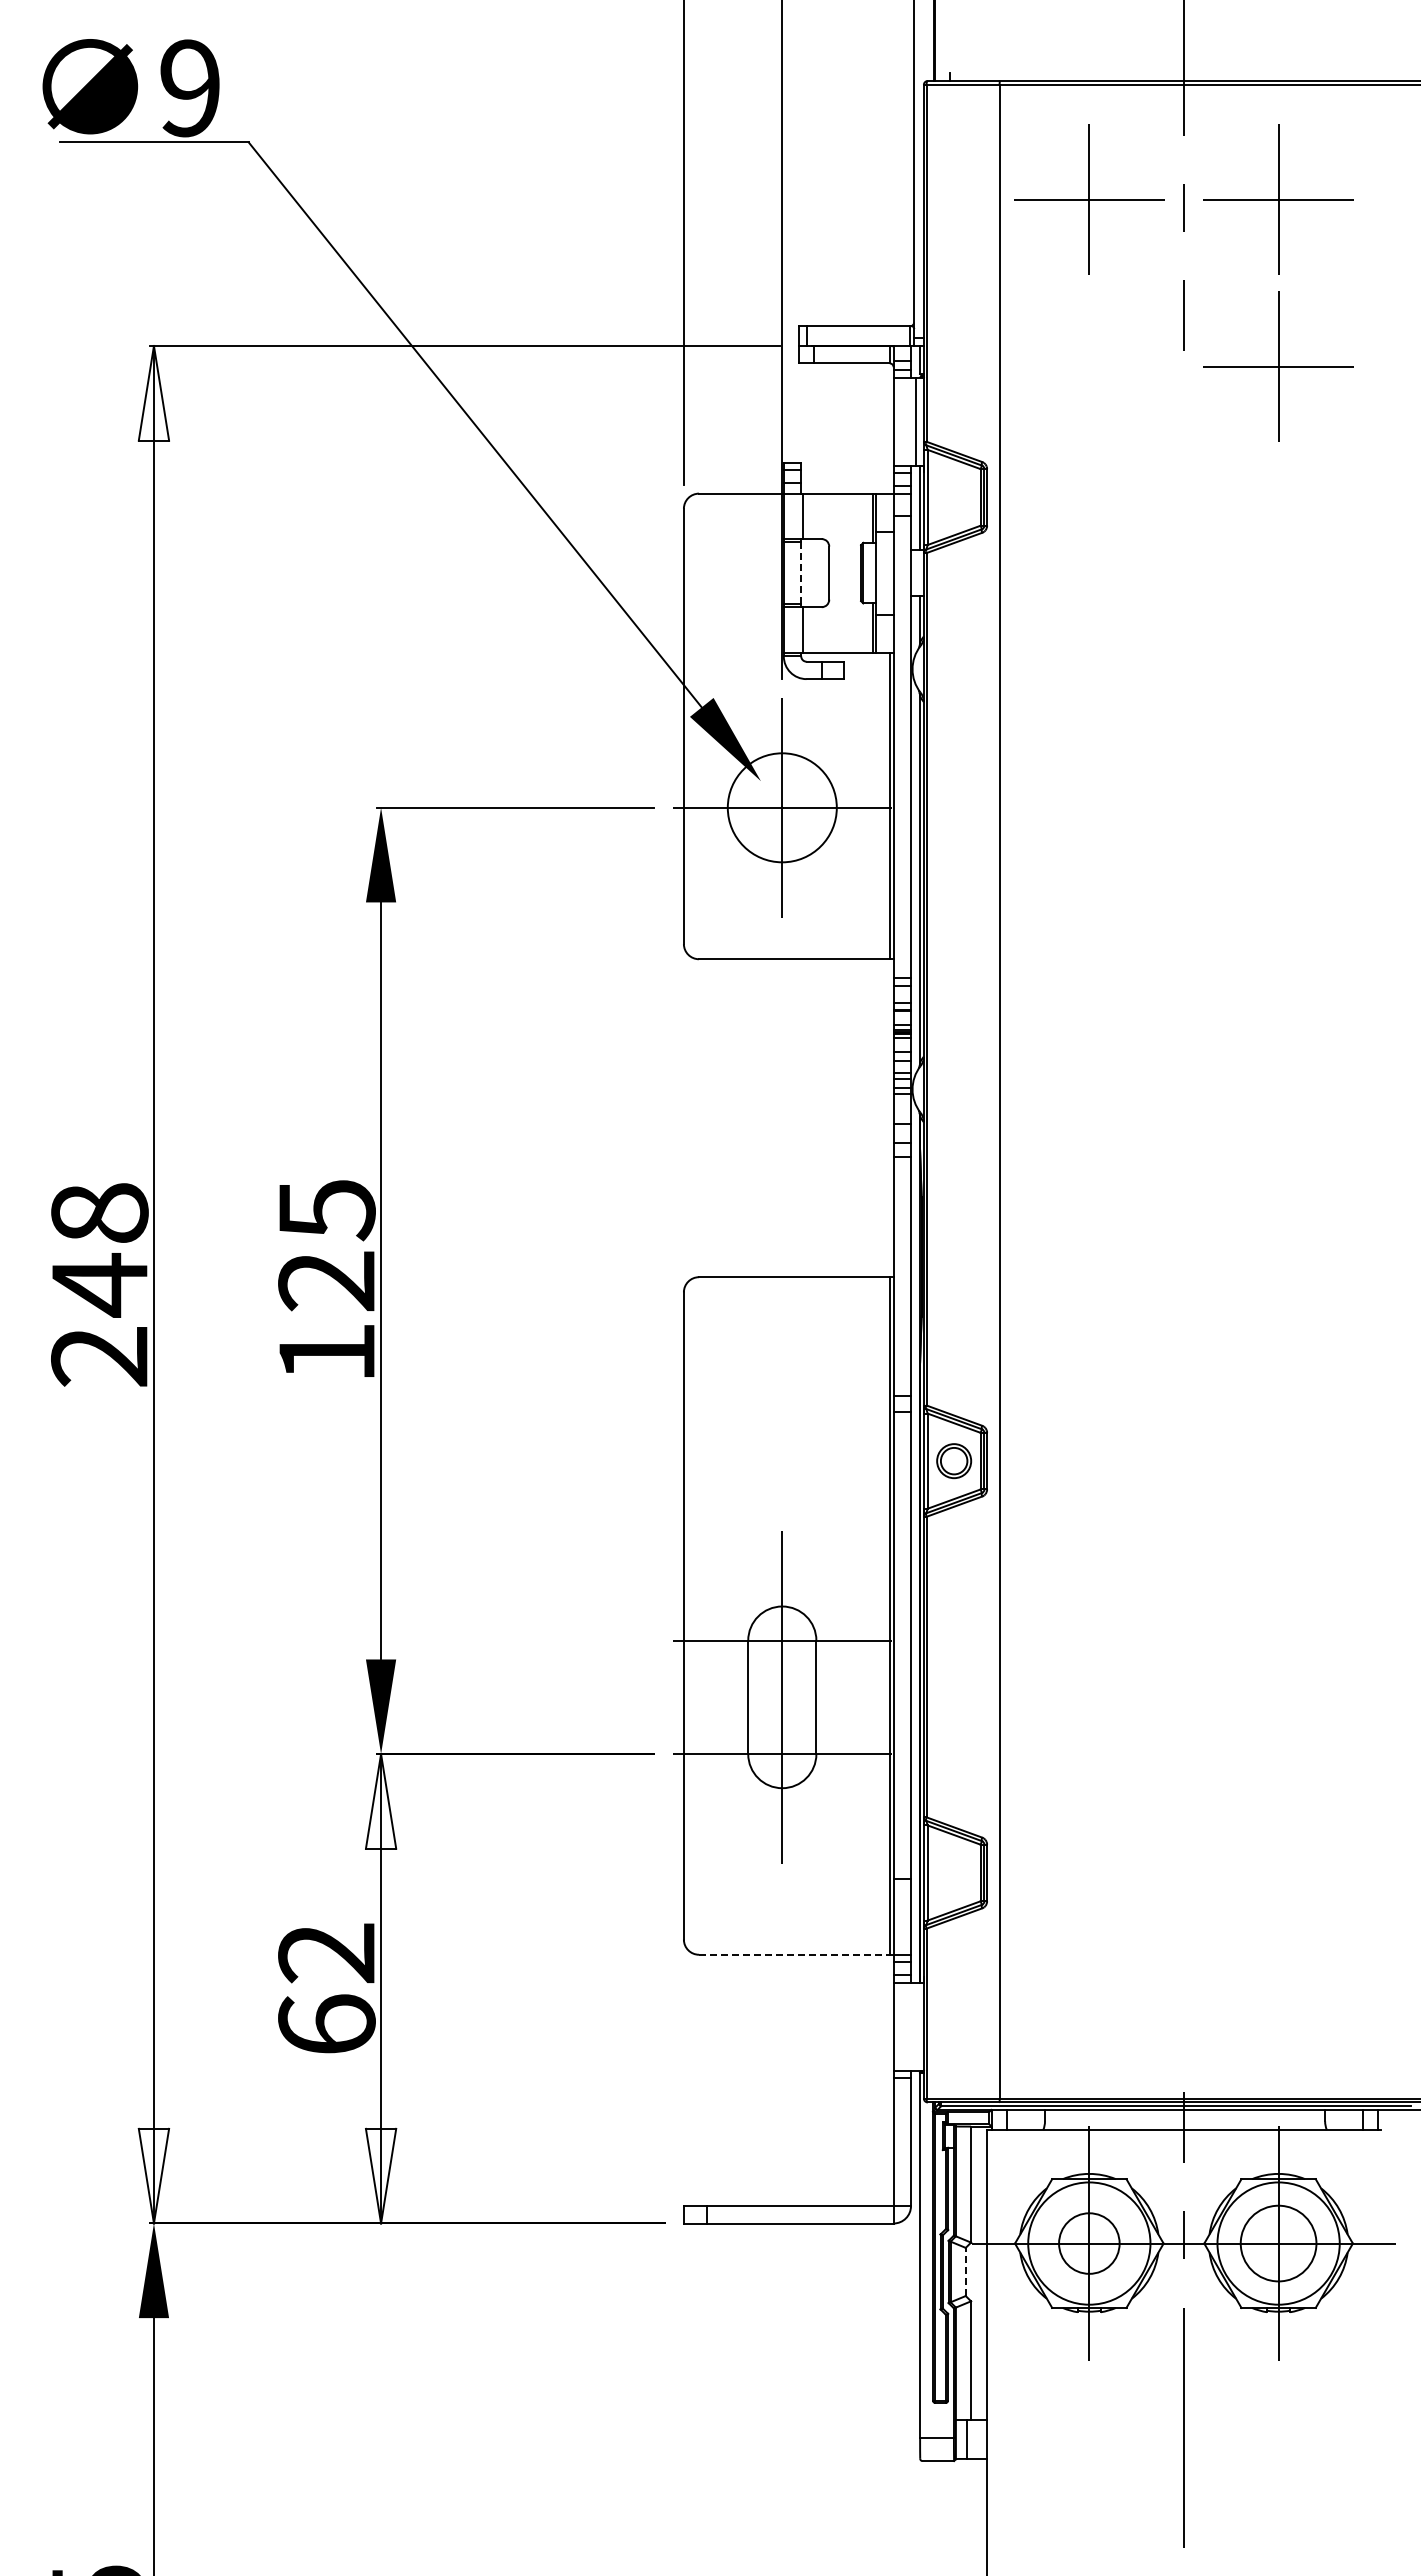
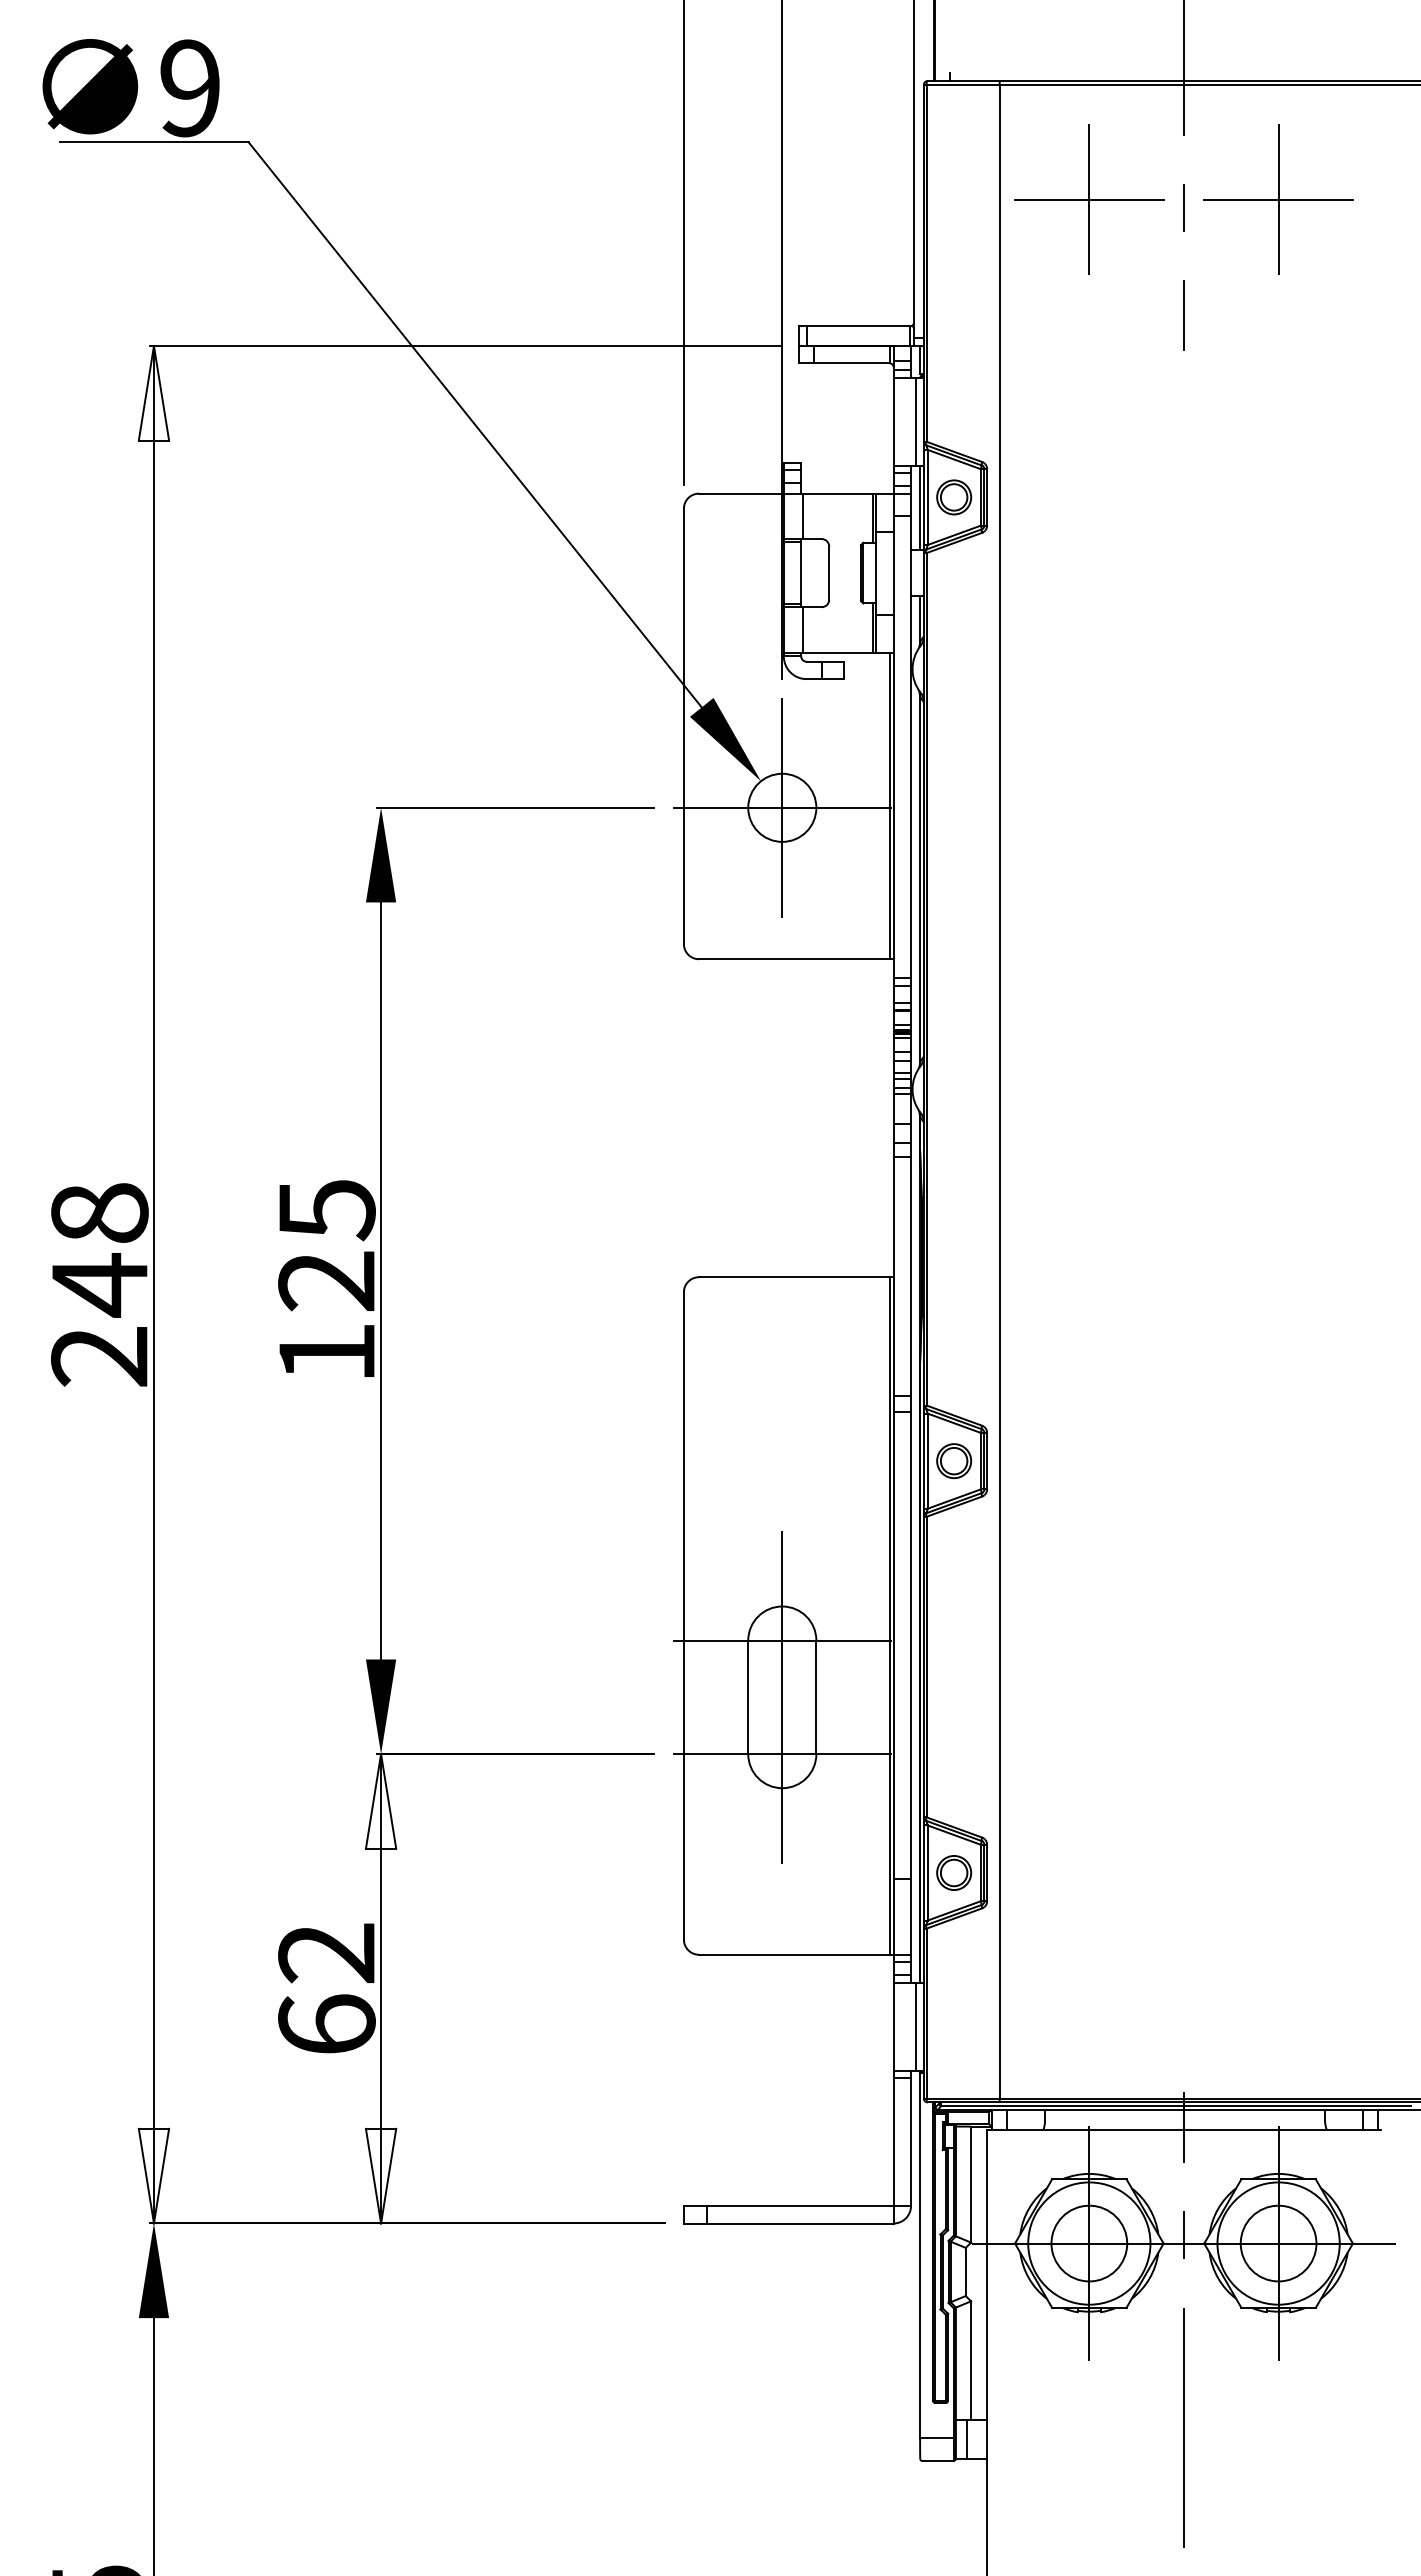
part at (1278, 366): present -> none
part at (954, 497): none -> present
line at (801, 572): dashed -> solid
circle at (781, 807) diameter: 109 px -> 68 px
part at (954, 1872): none -> present
line at (796, 1954): dashed -> solid
line at (916, 2026): none -> present
circle at (1089, 2243) diameter: 61 px -> 76 px
line at (965, 2271): dashed -> solid
